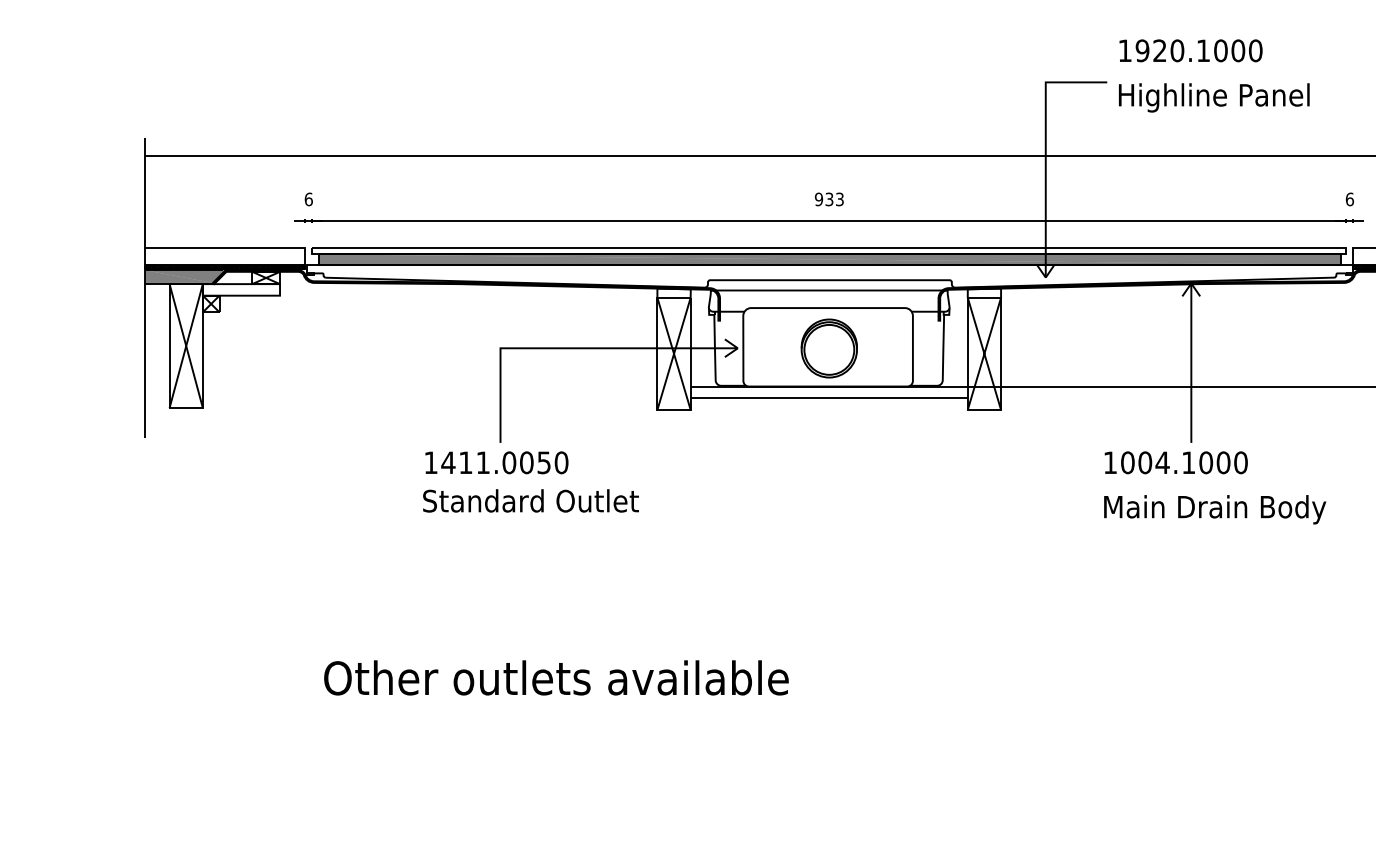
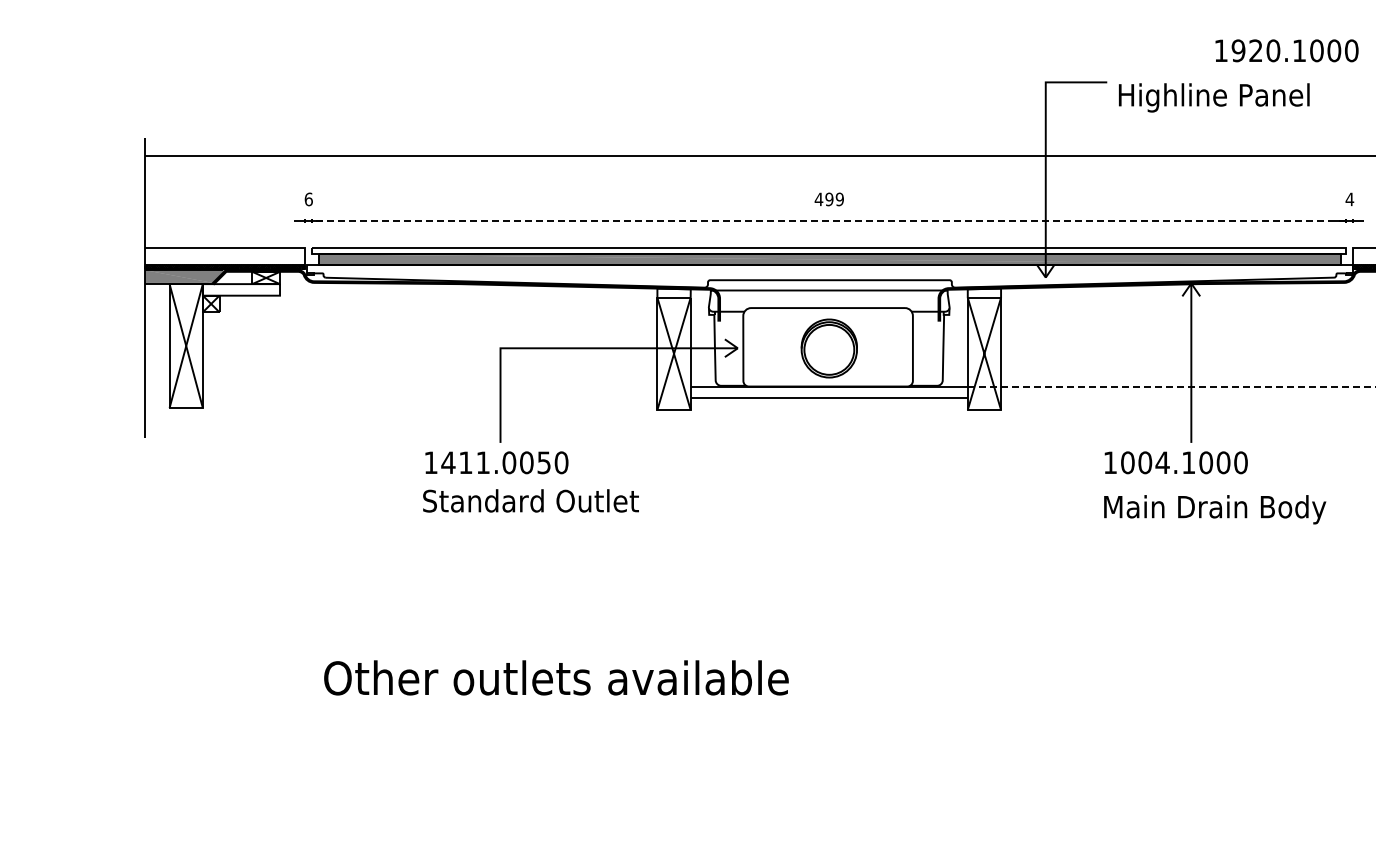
text at (1190, 50) position: (1190, 50) -> (1286, 50)
text at (828, 199): 933 -> 499
text at (1349, 199): 6 -> 4
line at (828, 221): solid -> dashed
line at (1171, 386): solid -> dashed
